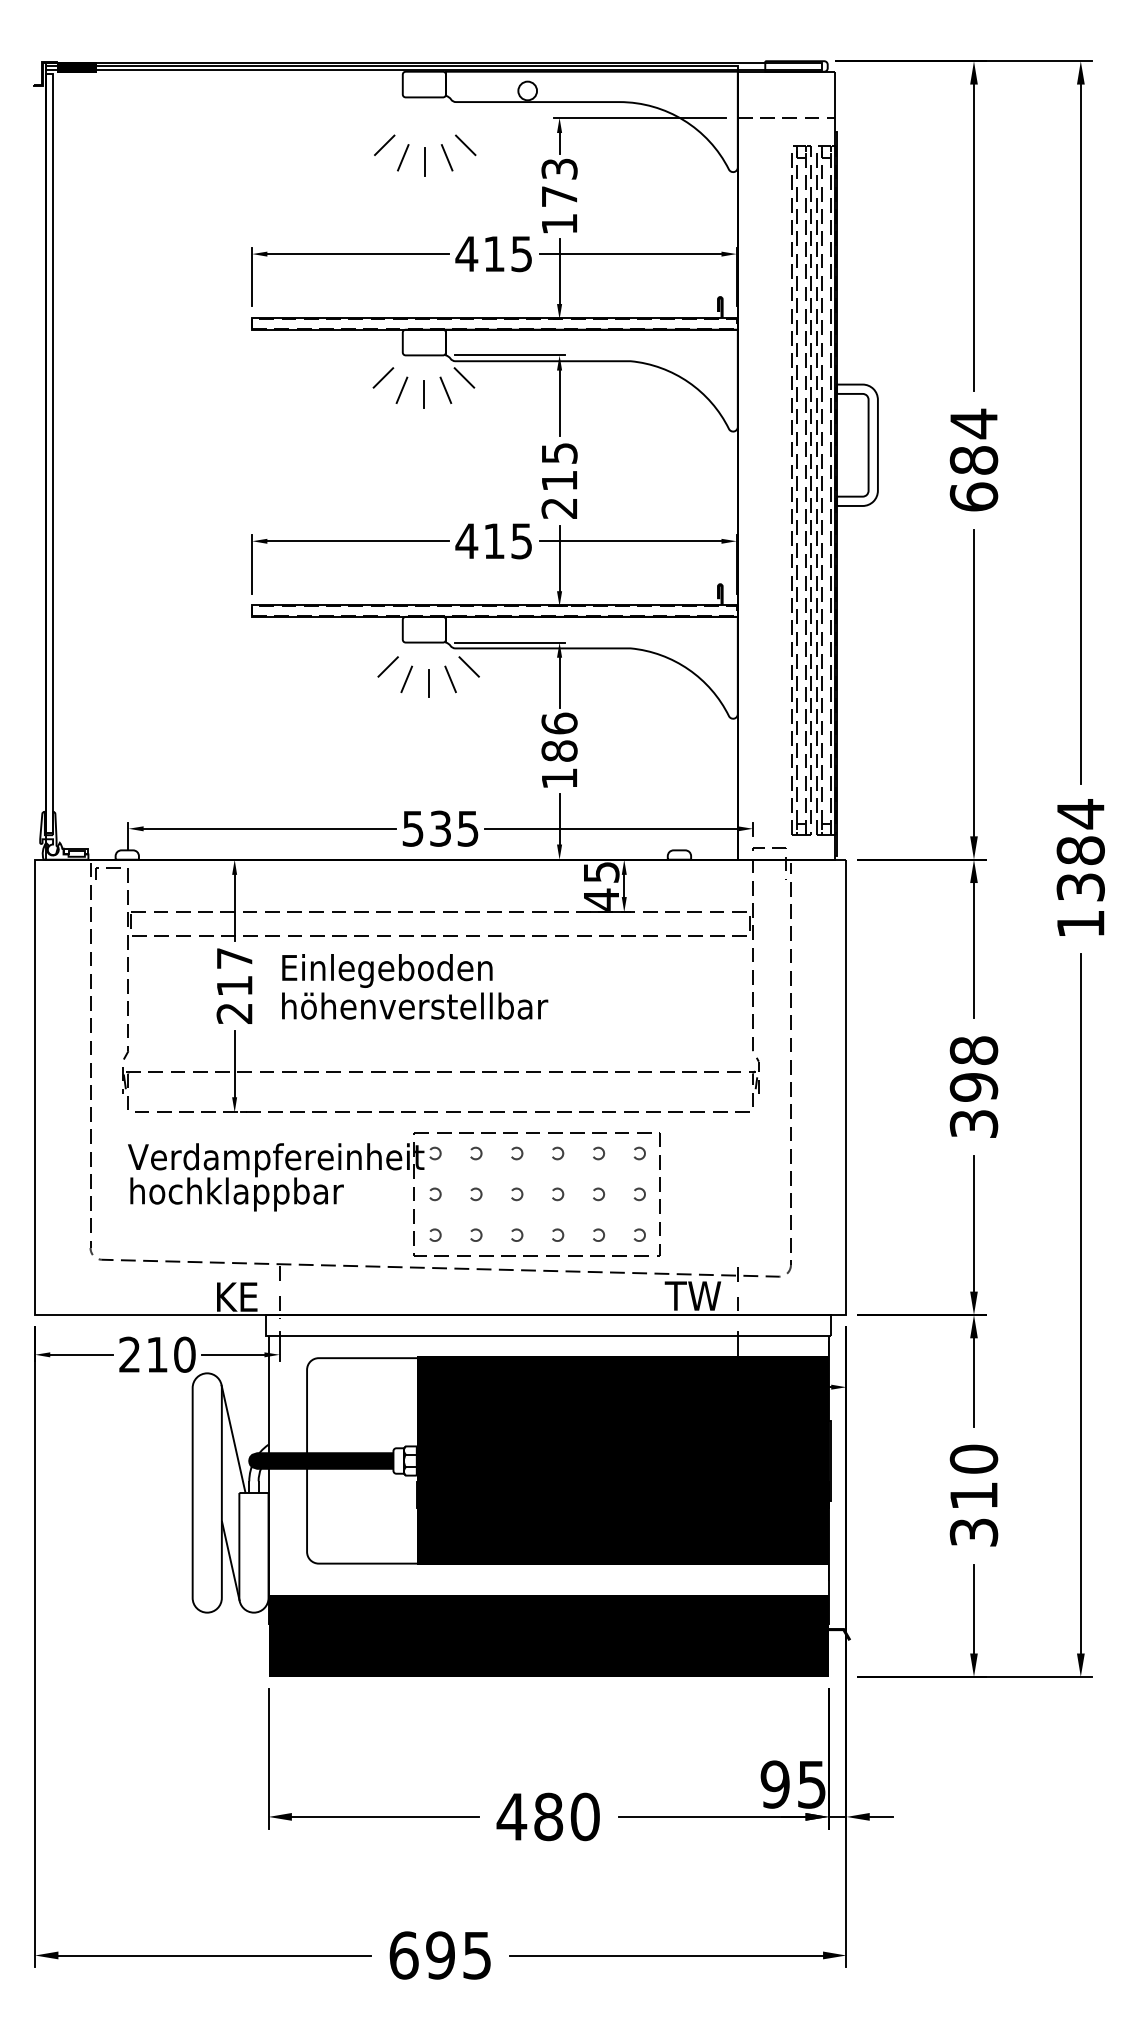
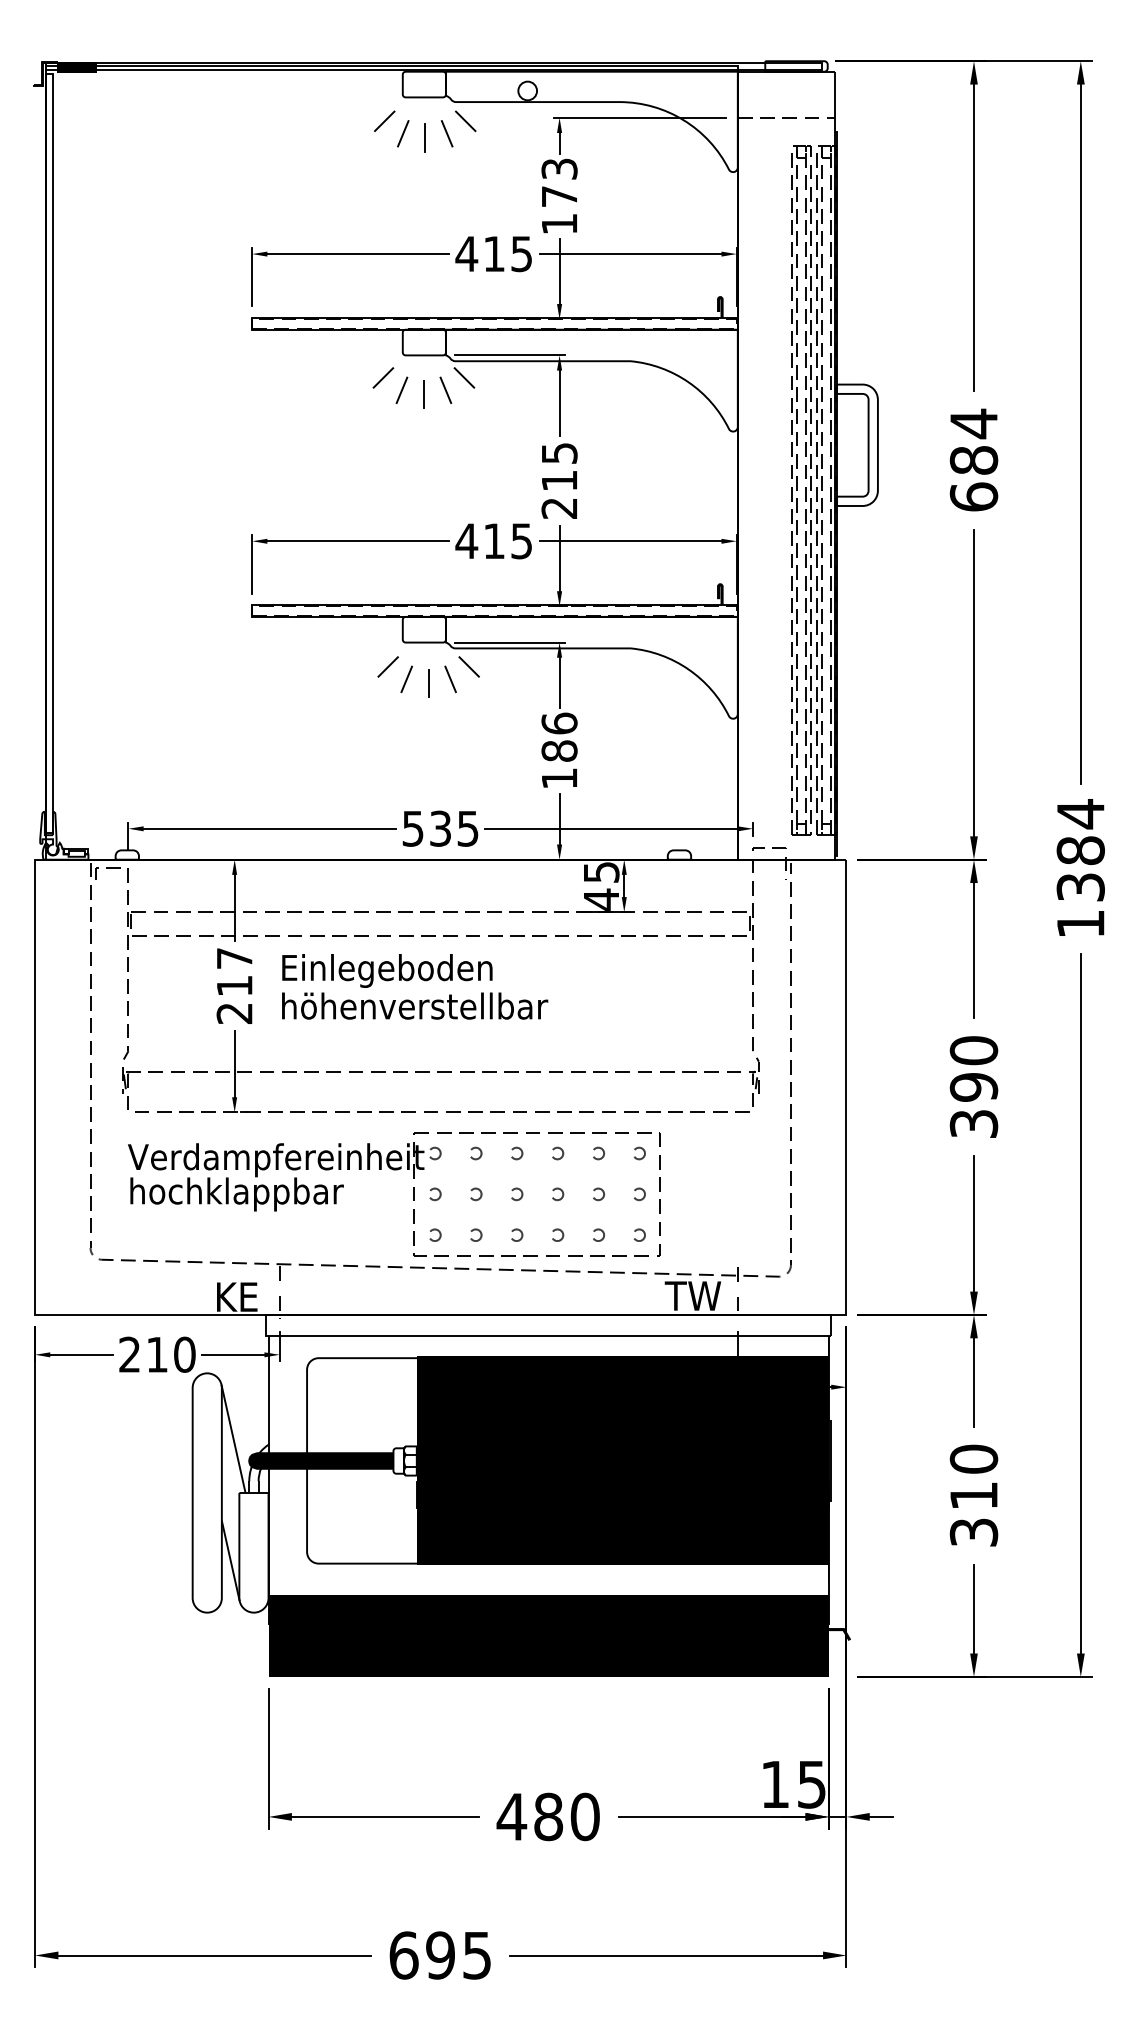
part at (425, 155) position: (425, 155) -> (425, 131)
text at (973, 1050): 398 -> 390
text at (774, 1784): 95 -> 15
